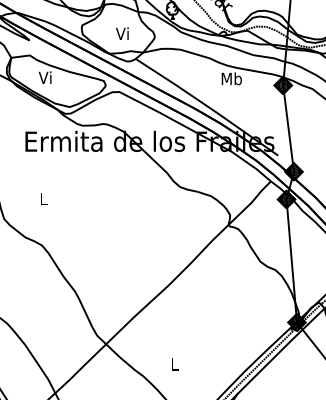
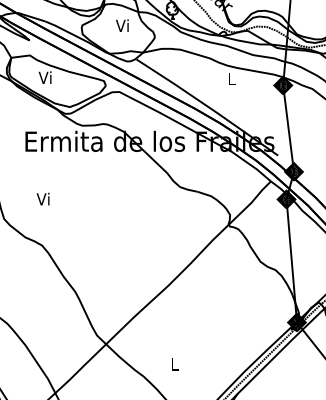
text at (122, 33) position: (122, 33) -> (122, 25)
text at (231, 78): Mb -> L
text at (42, 198): L -> Vi
